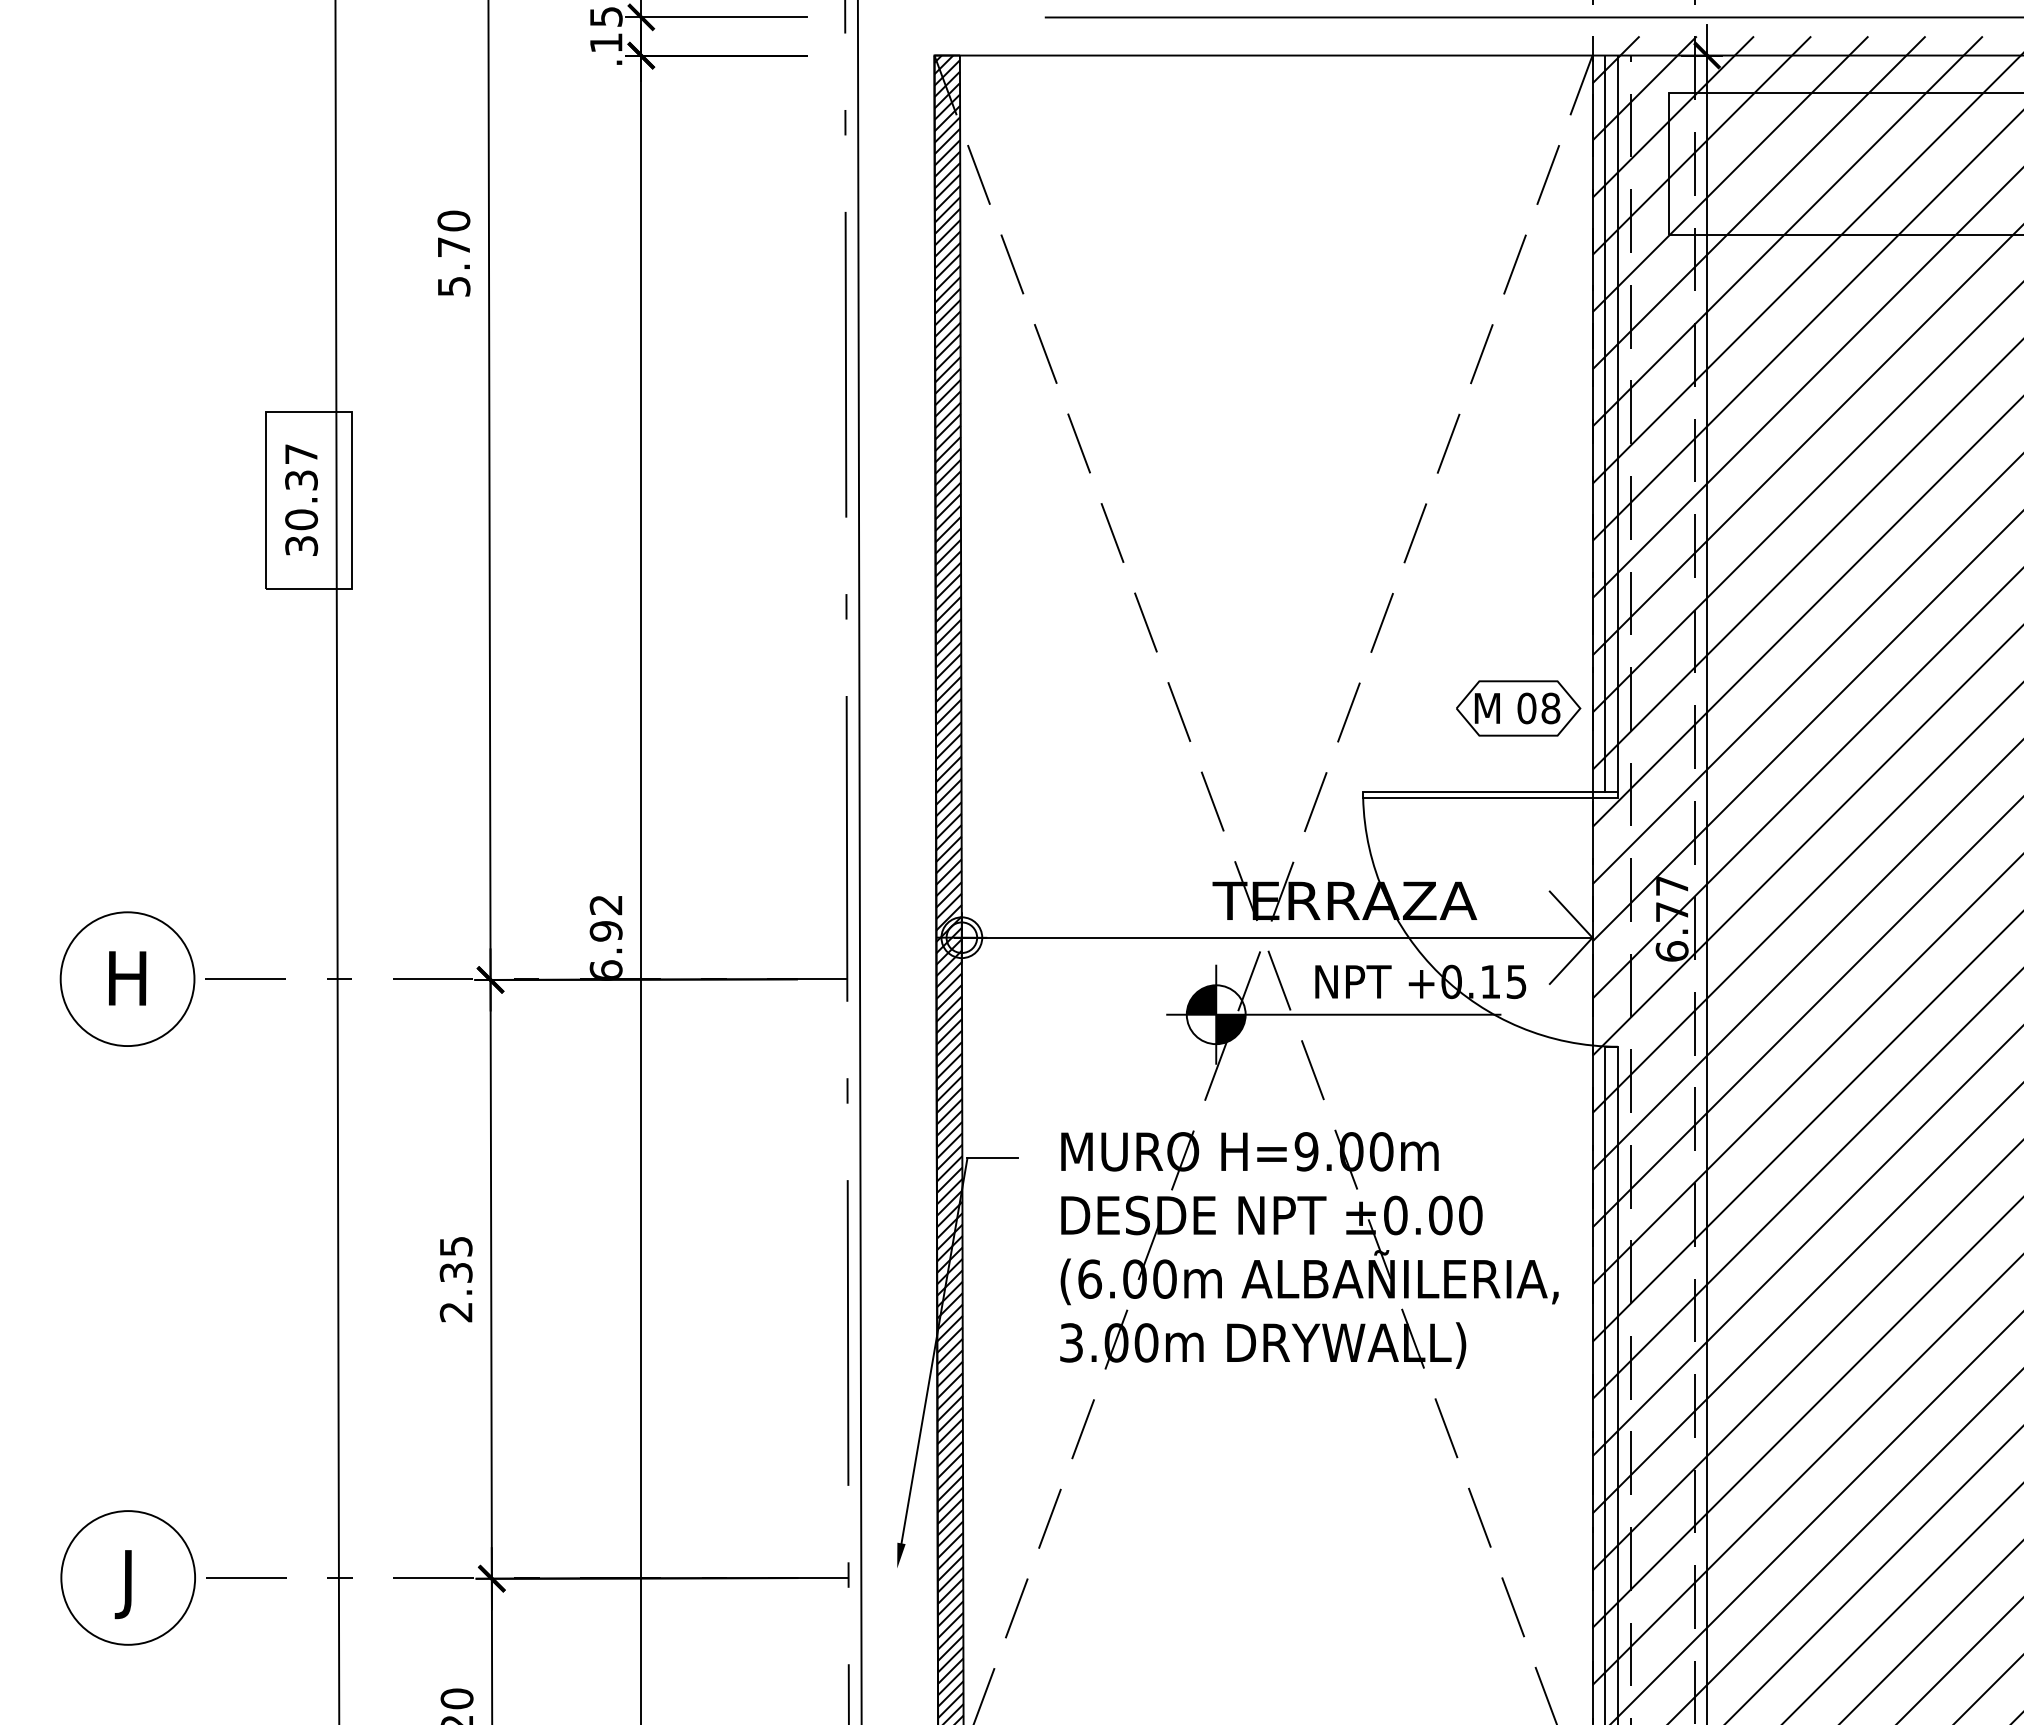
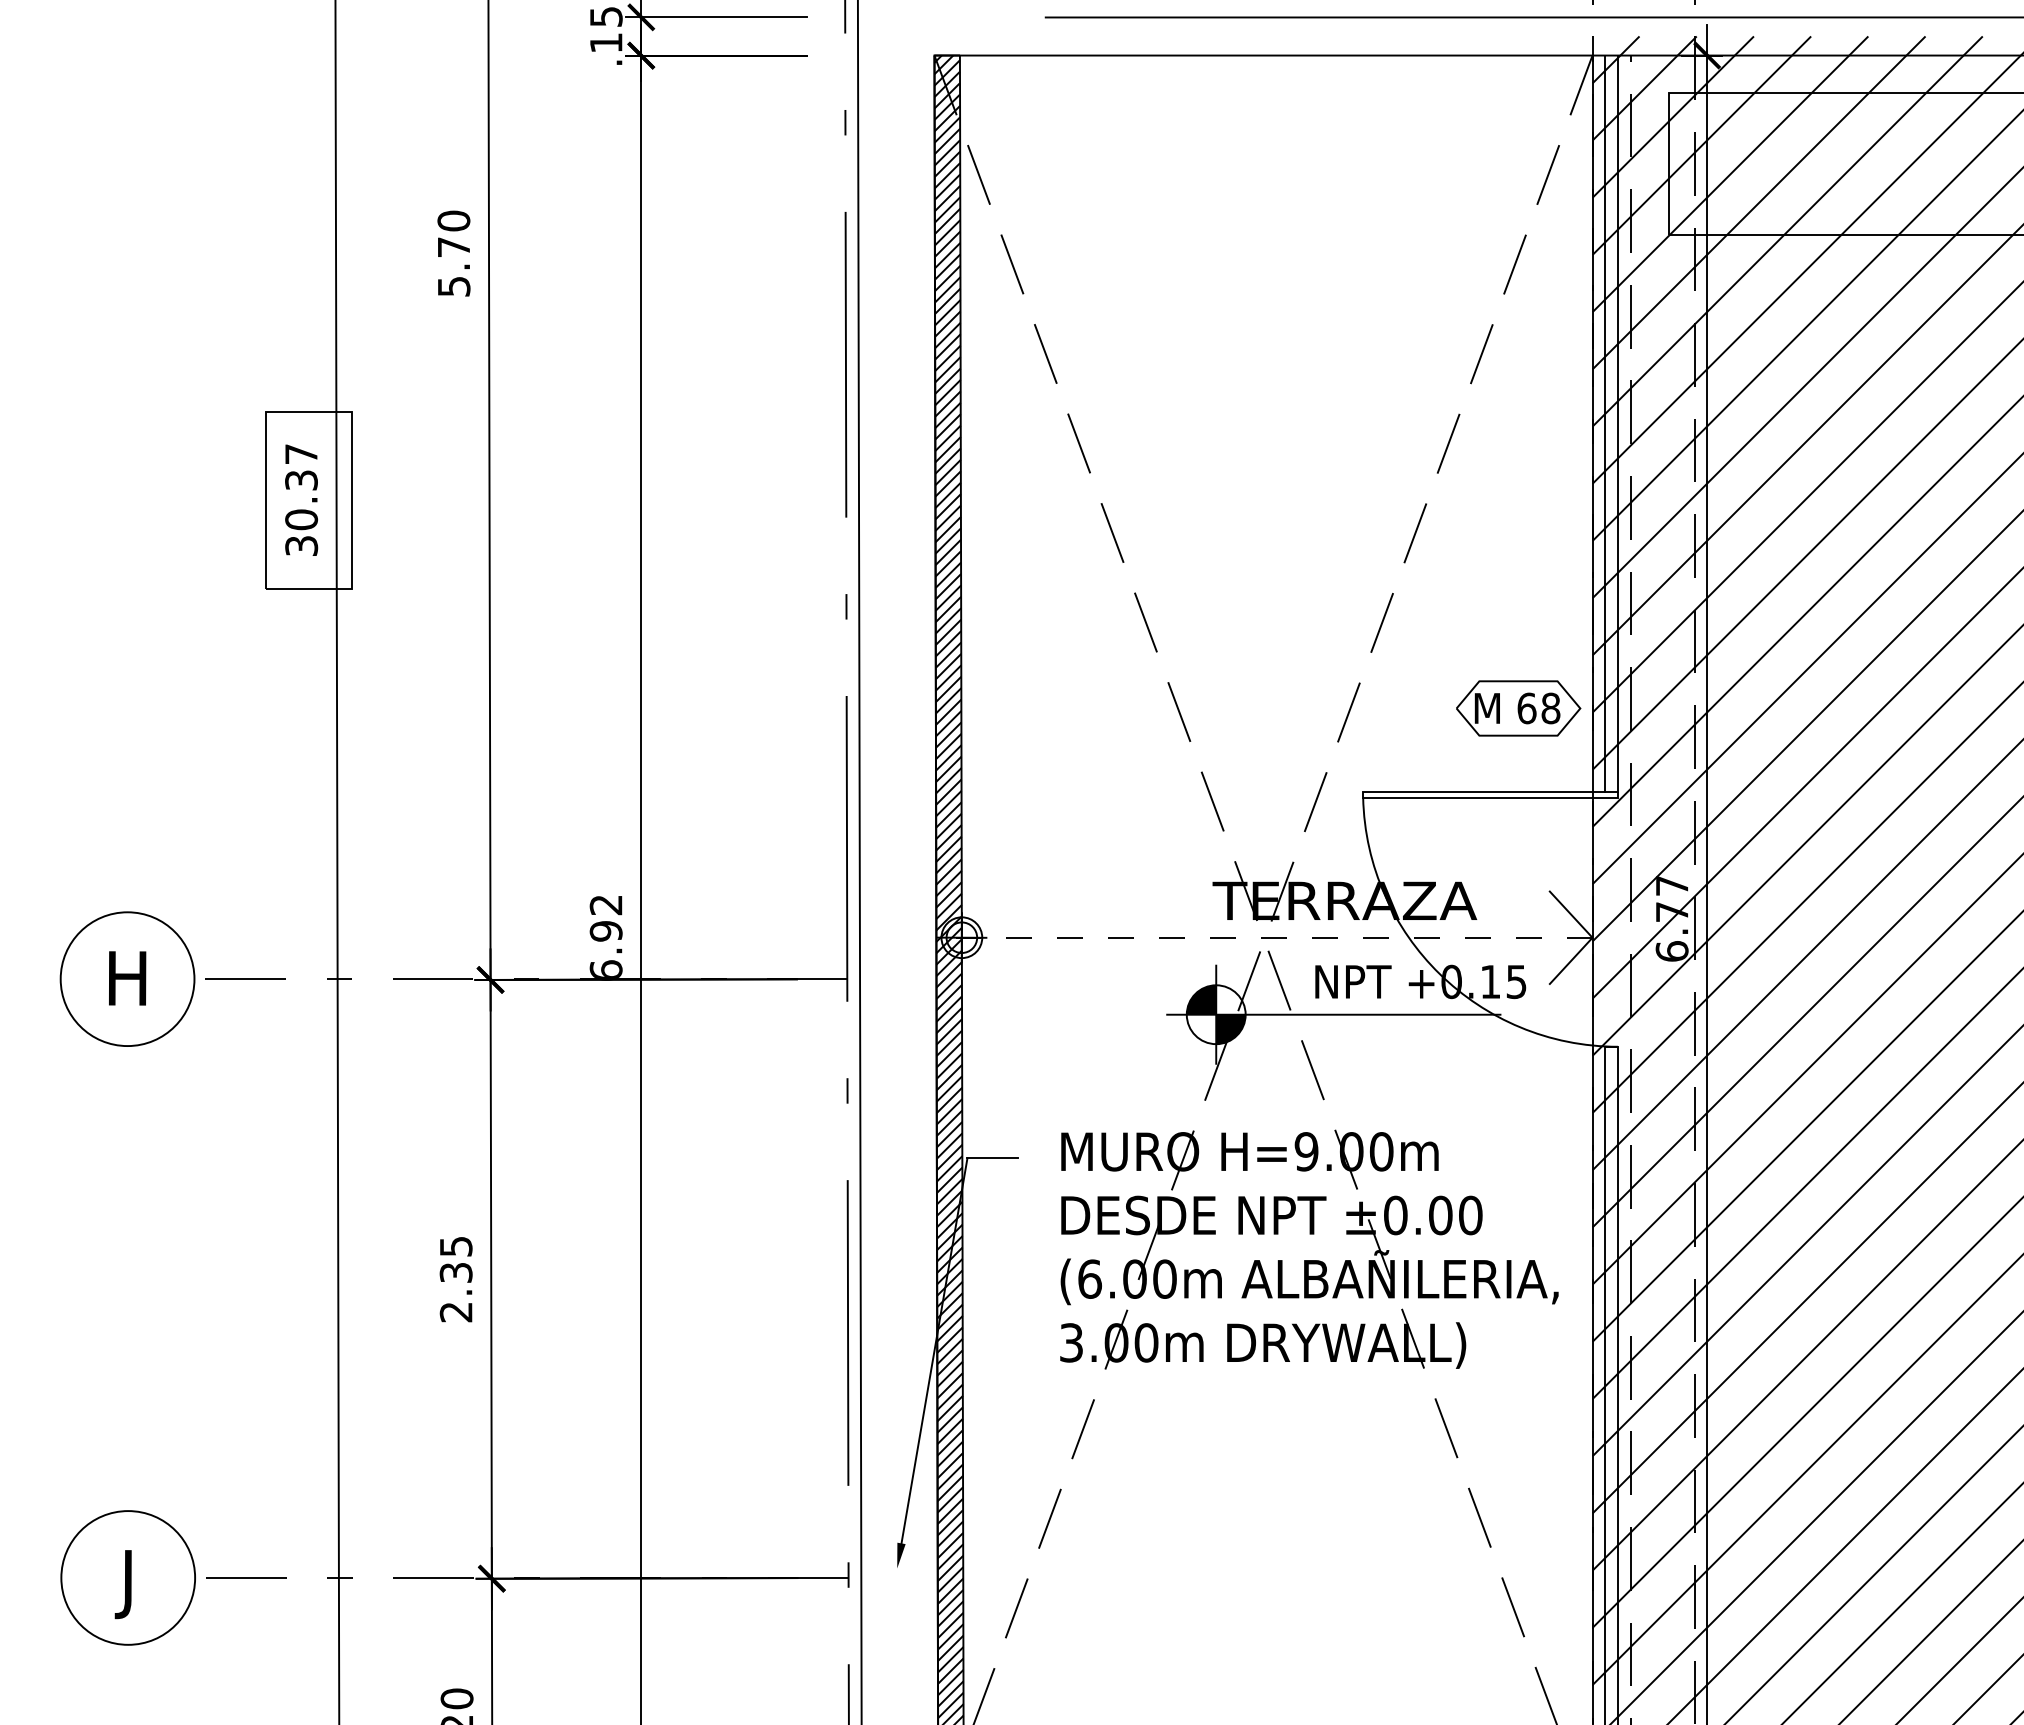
text at (1526, 708): 08 -> 68
line at (1273, 937): solid -> dashed
